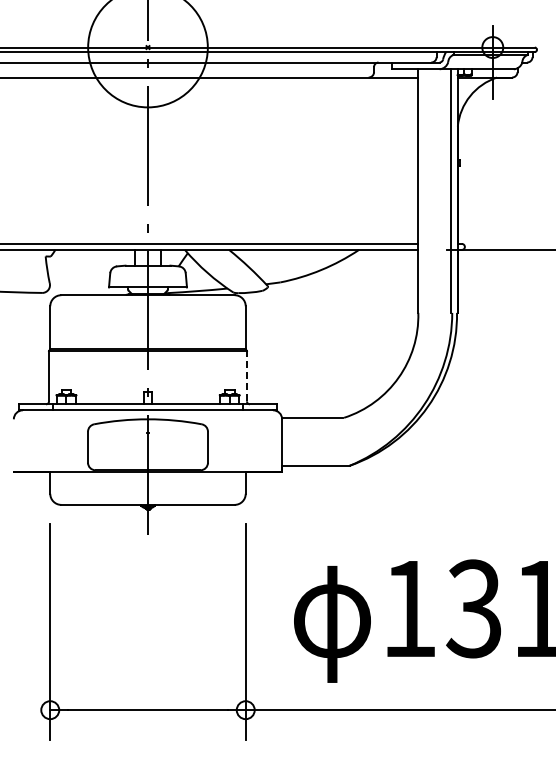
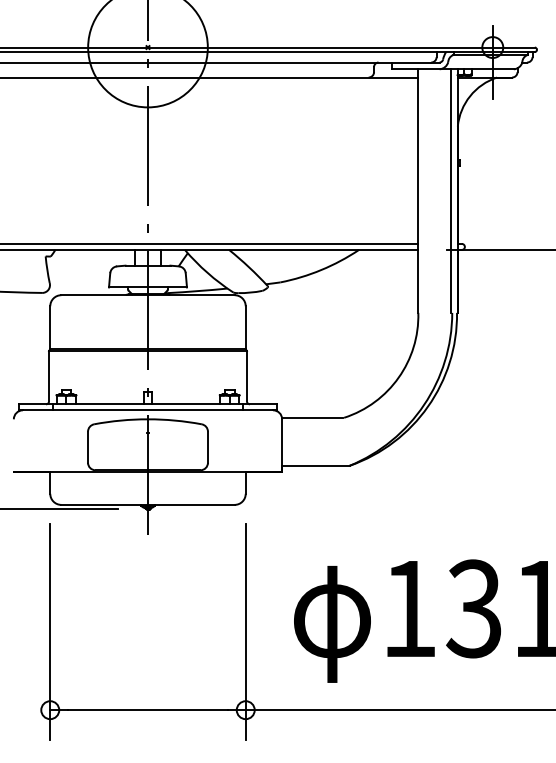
line at (246, 375): dashed -> solid
line at (60, 508): none -> present
